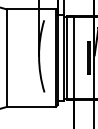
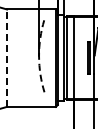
arc at (39, 56): solid -> dashed
line at (7, 58): solid -> dashed
